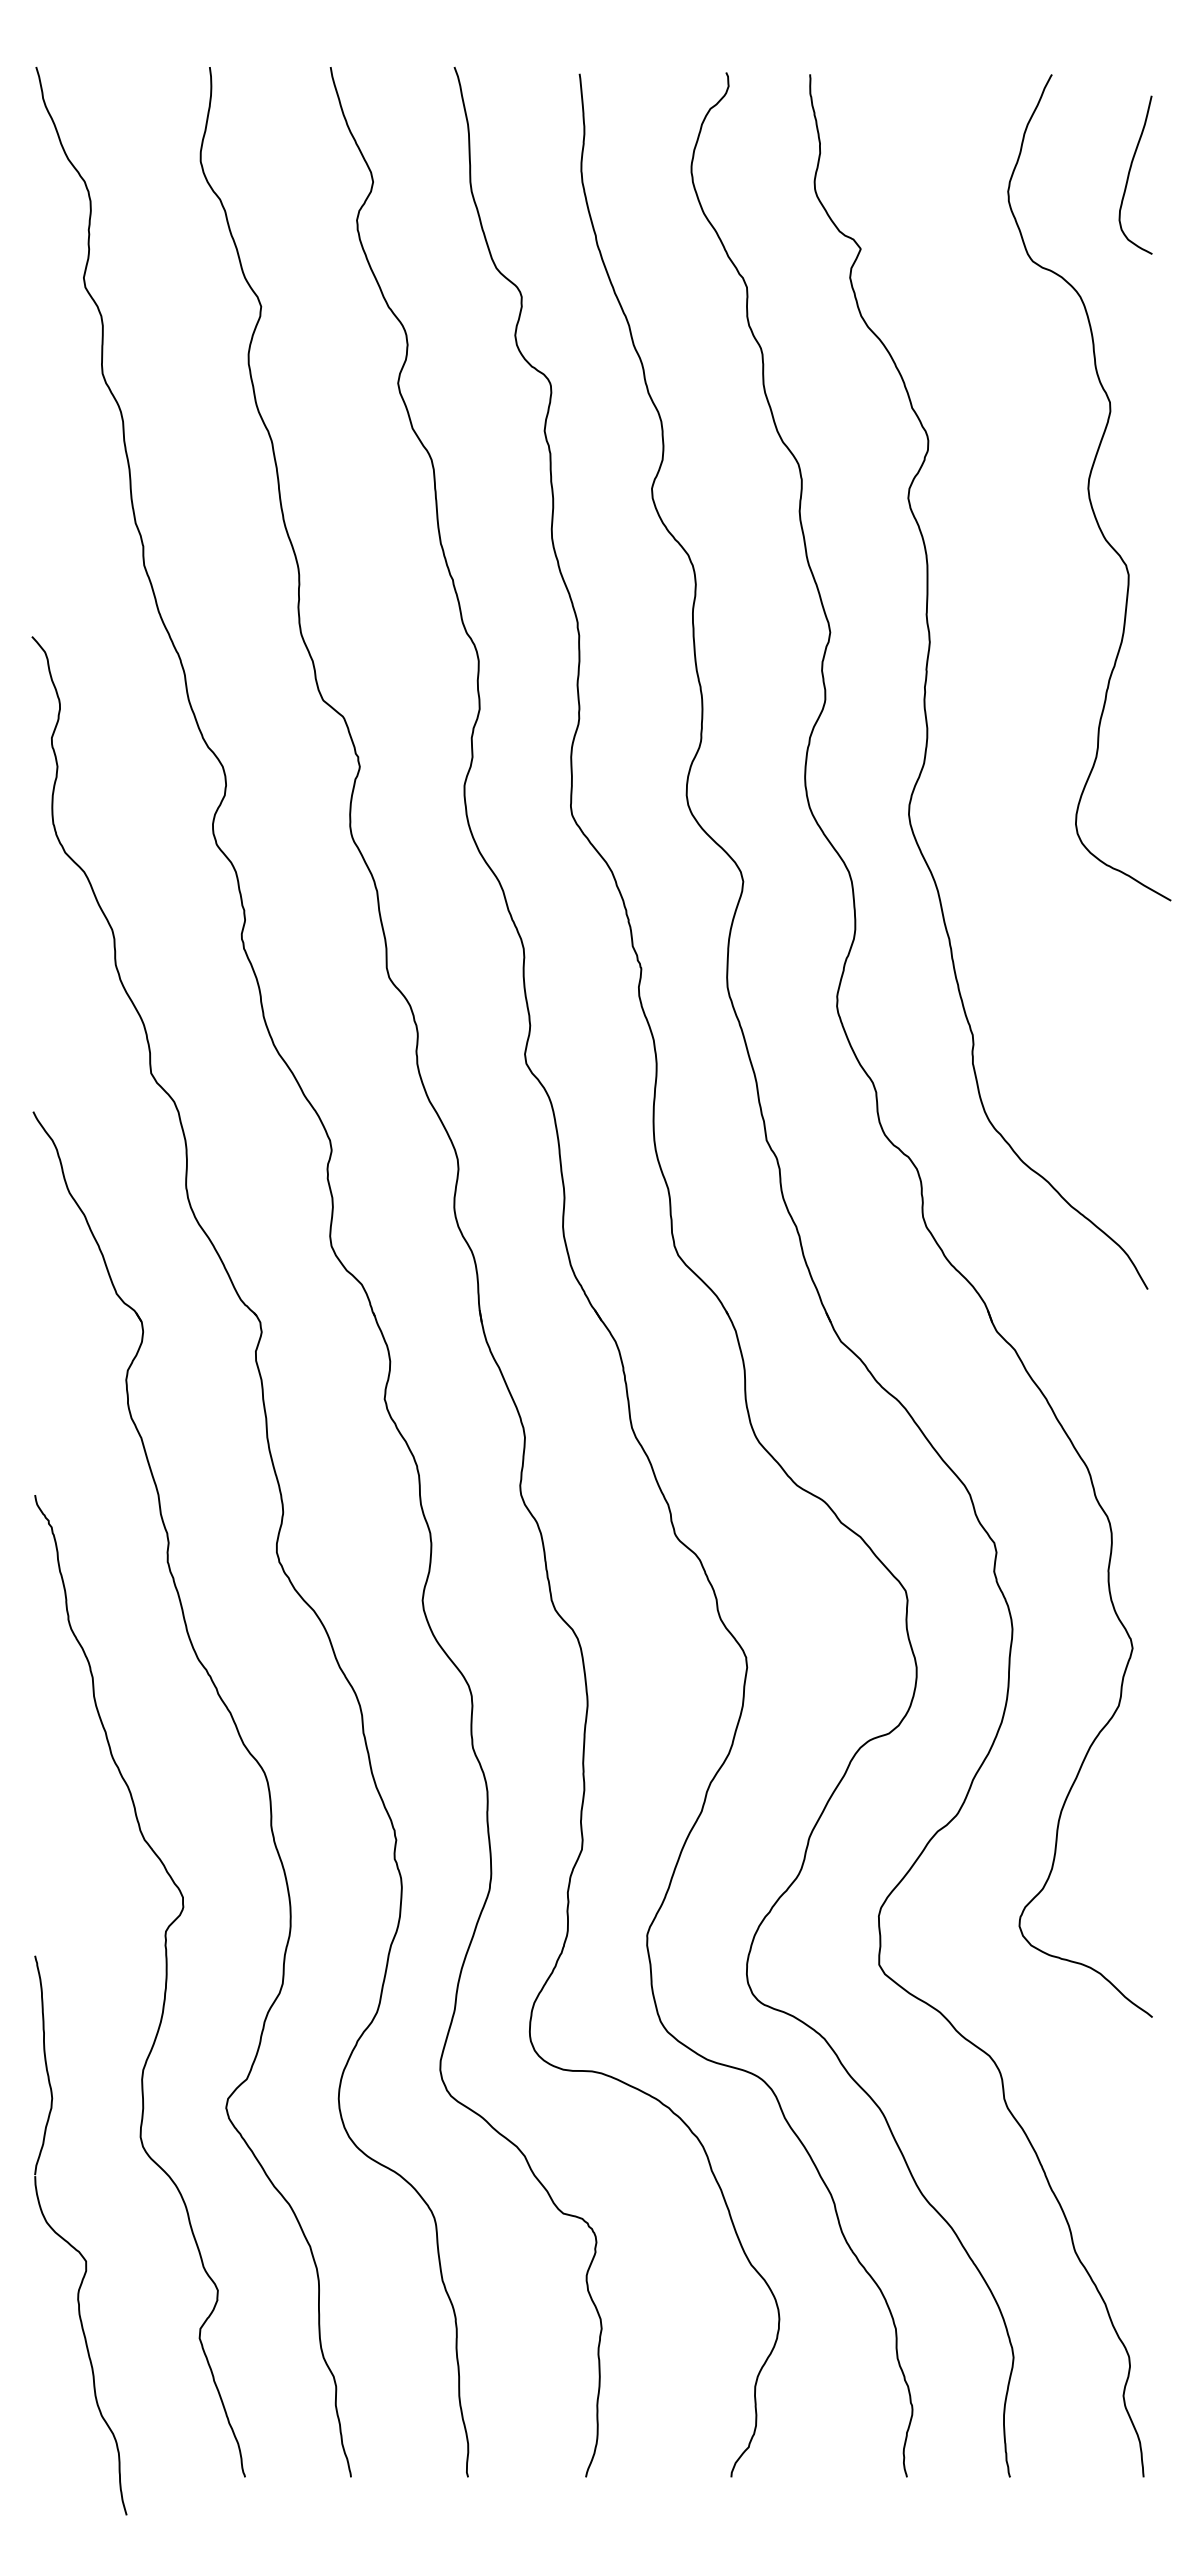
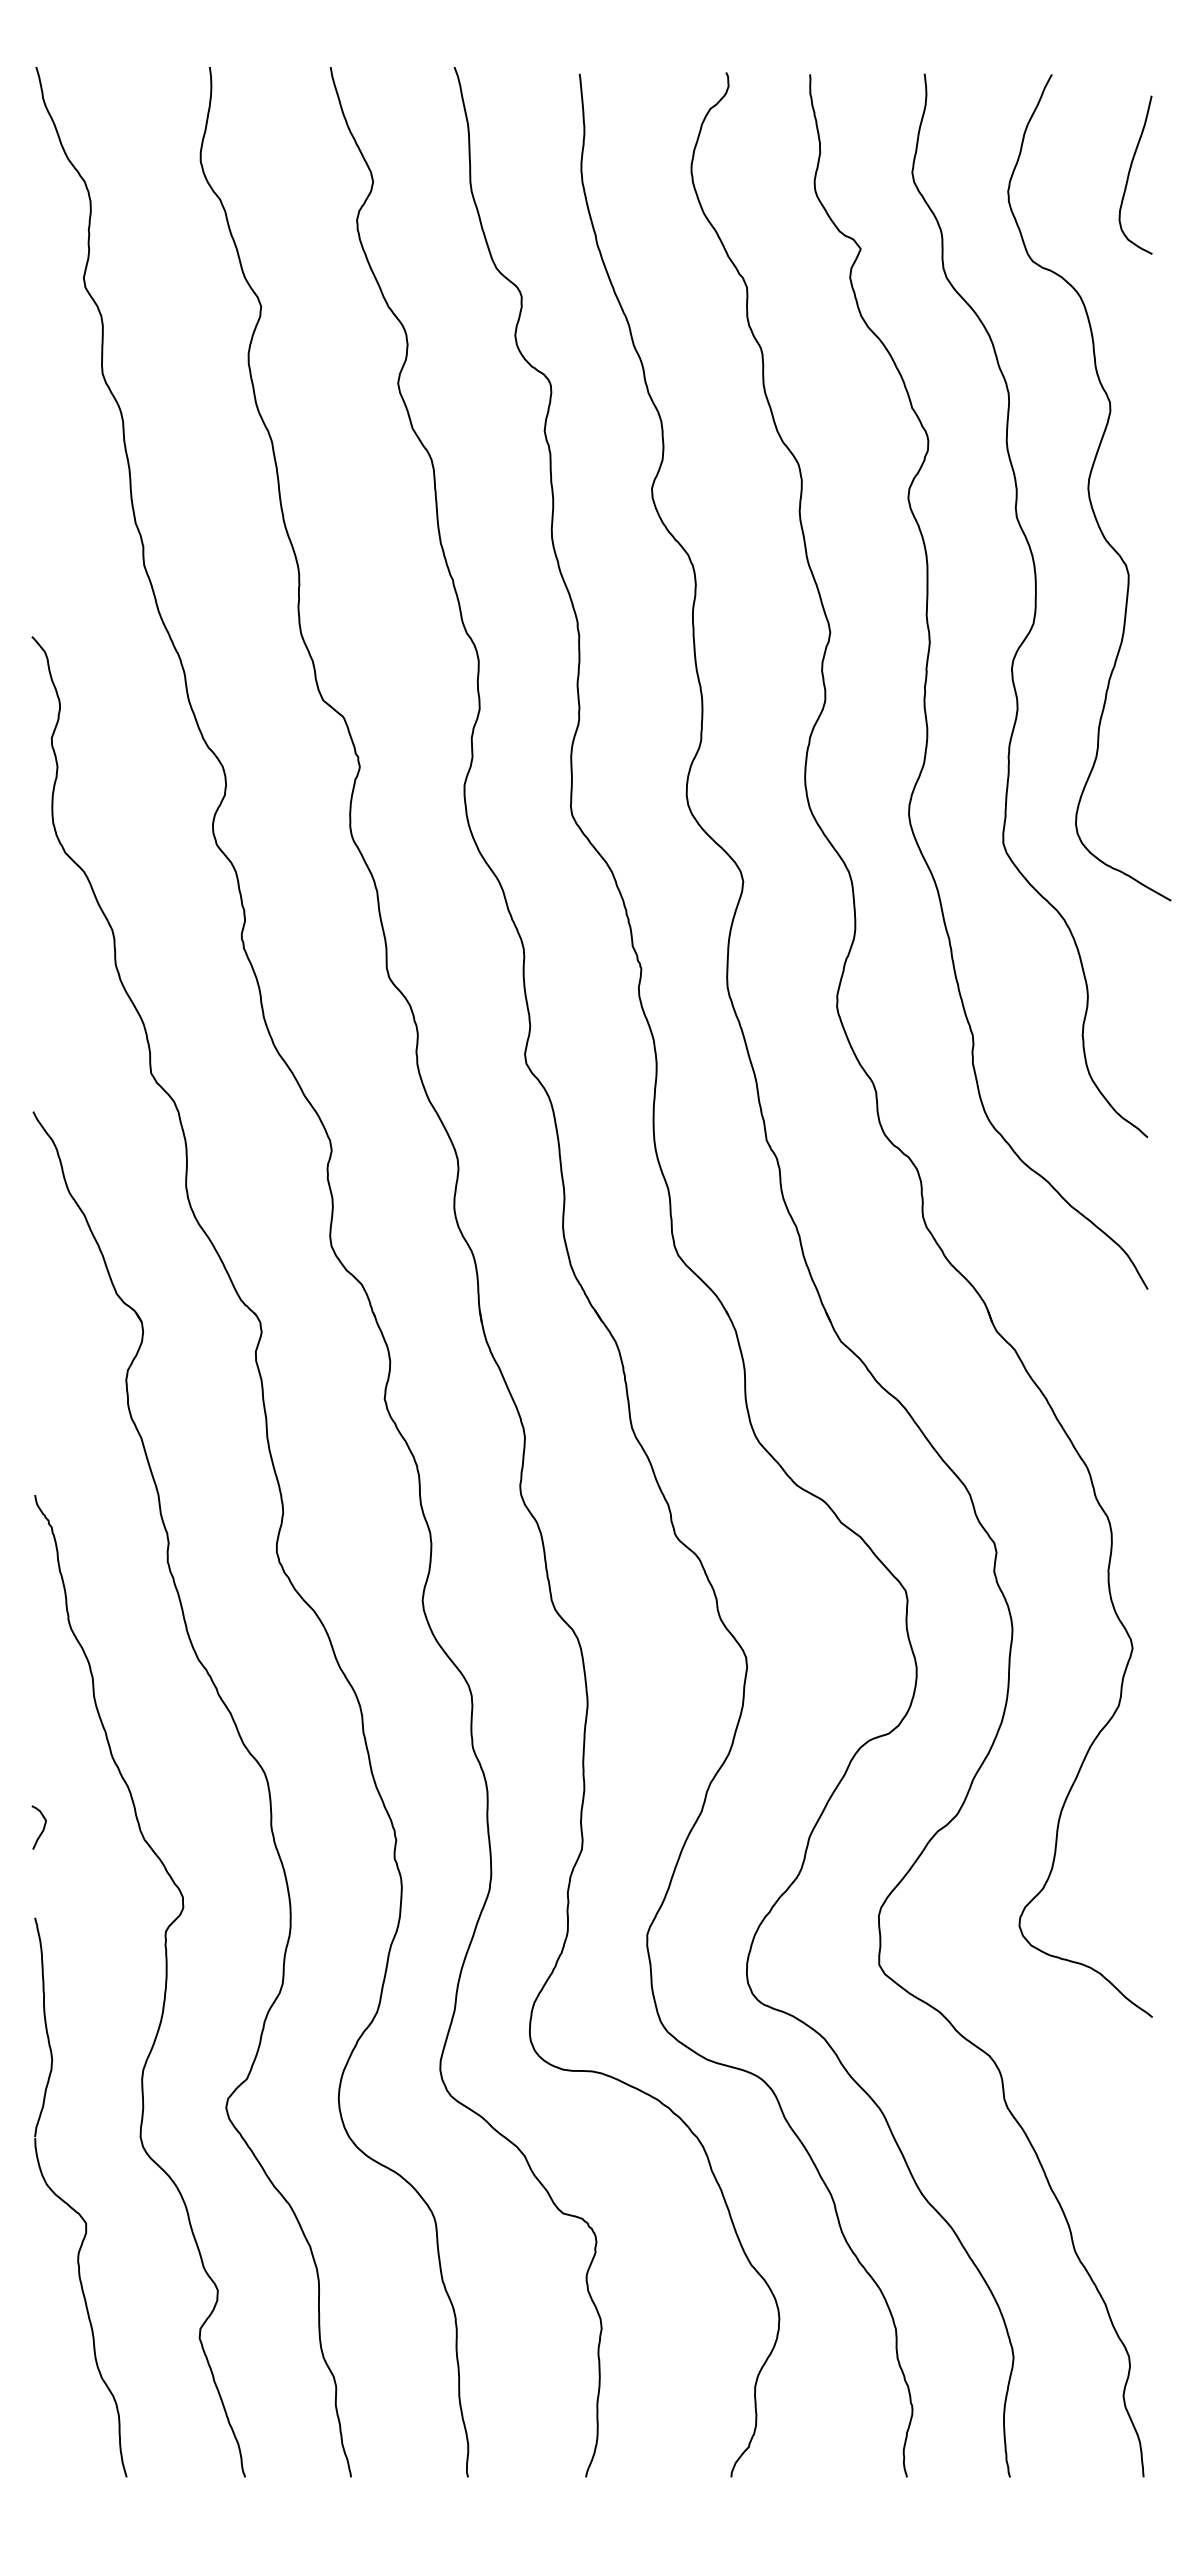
curve at (1034, 605): none -> present
curve at (42, 1829): none -> present
part at (71, 2244) position: (71, 2244) -> (71, 2206)
